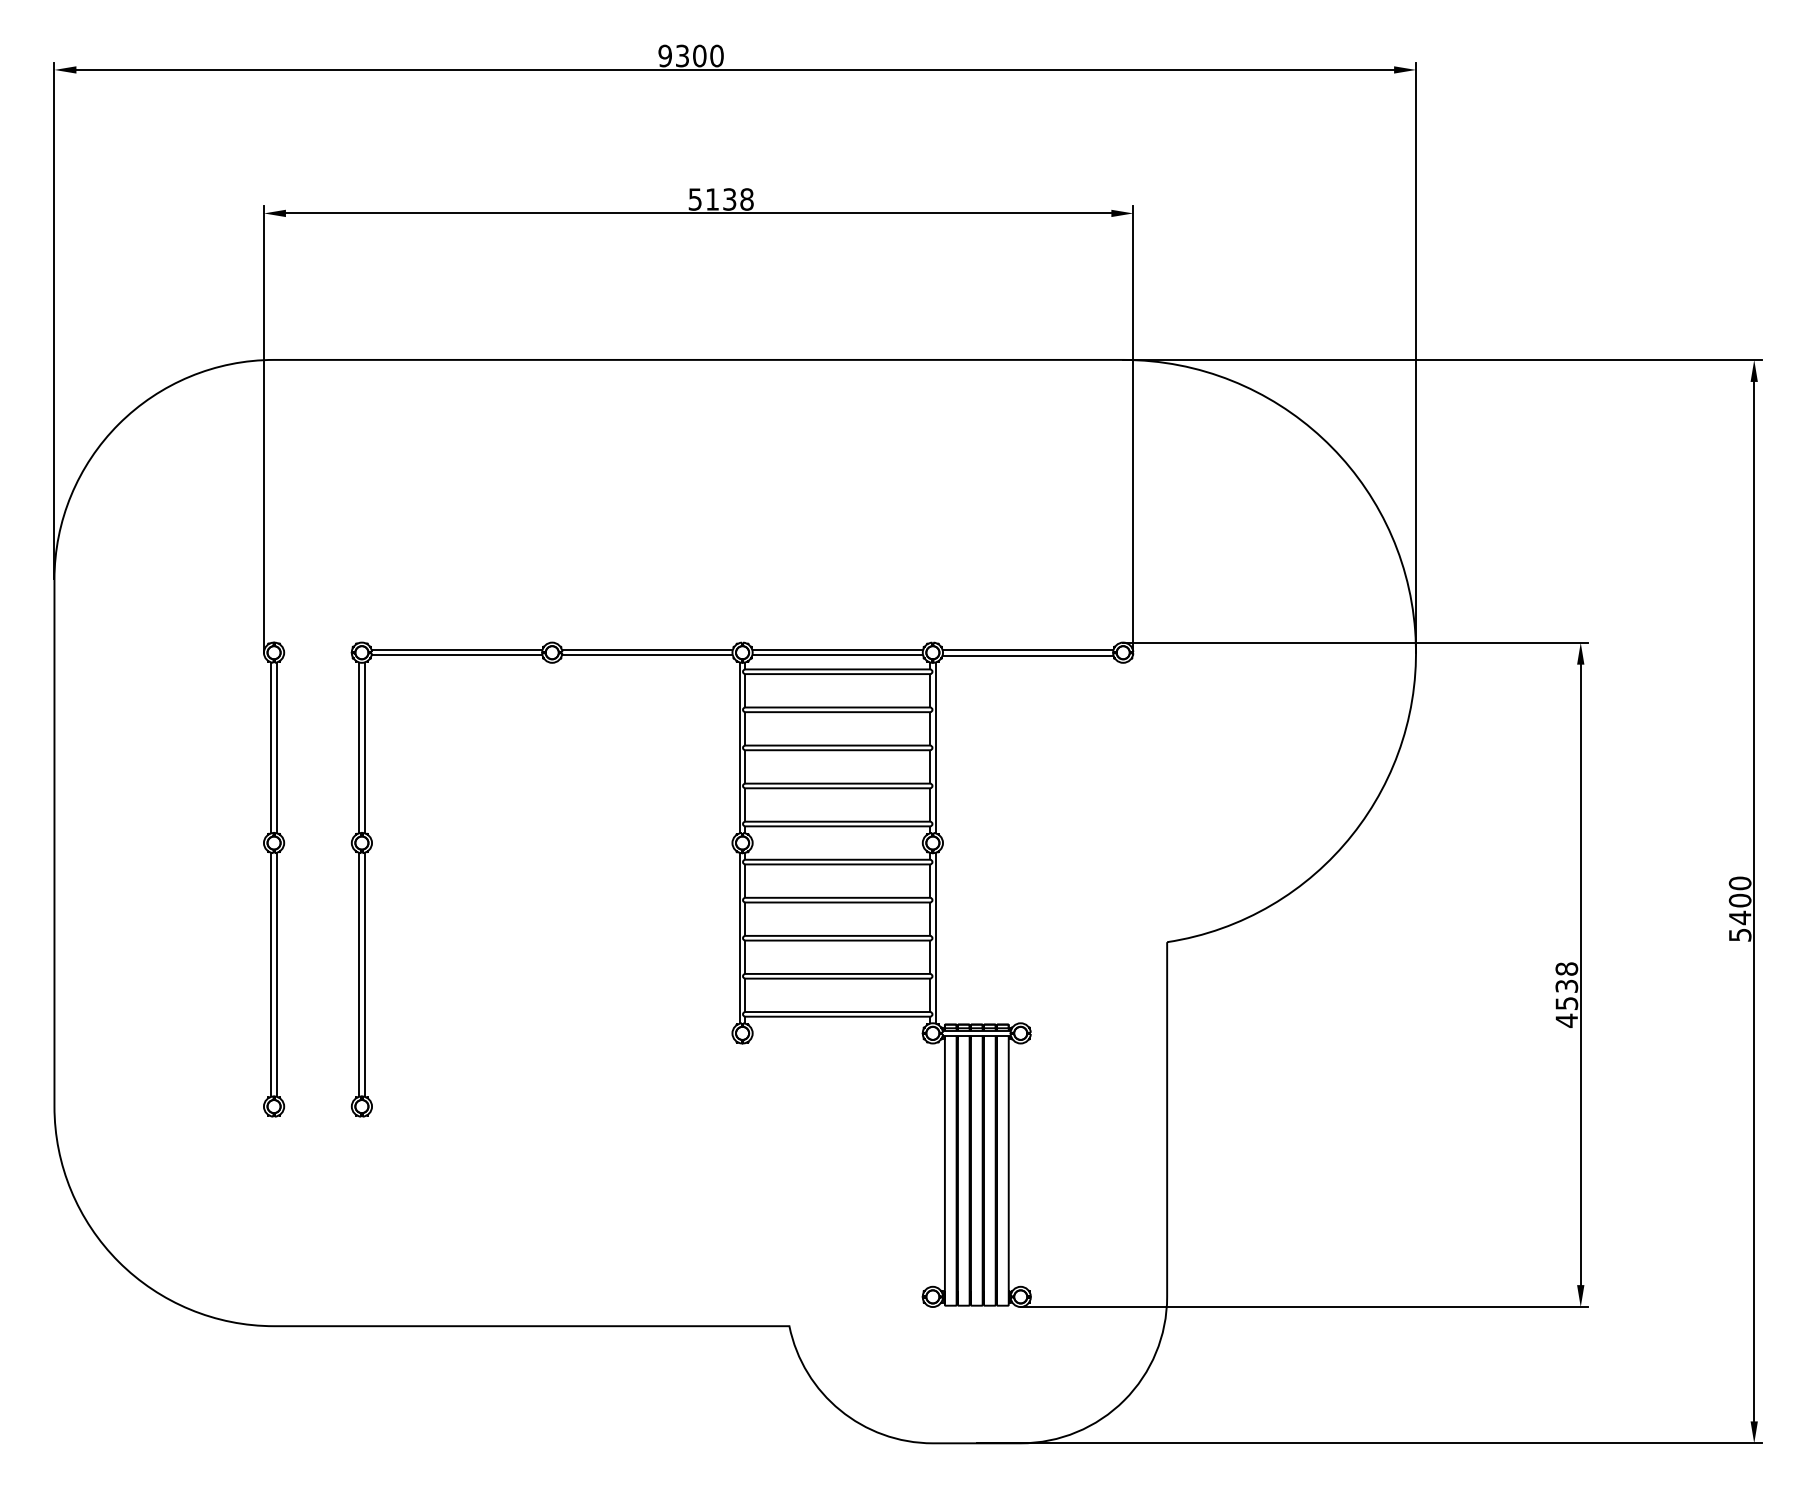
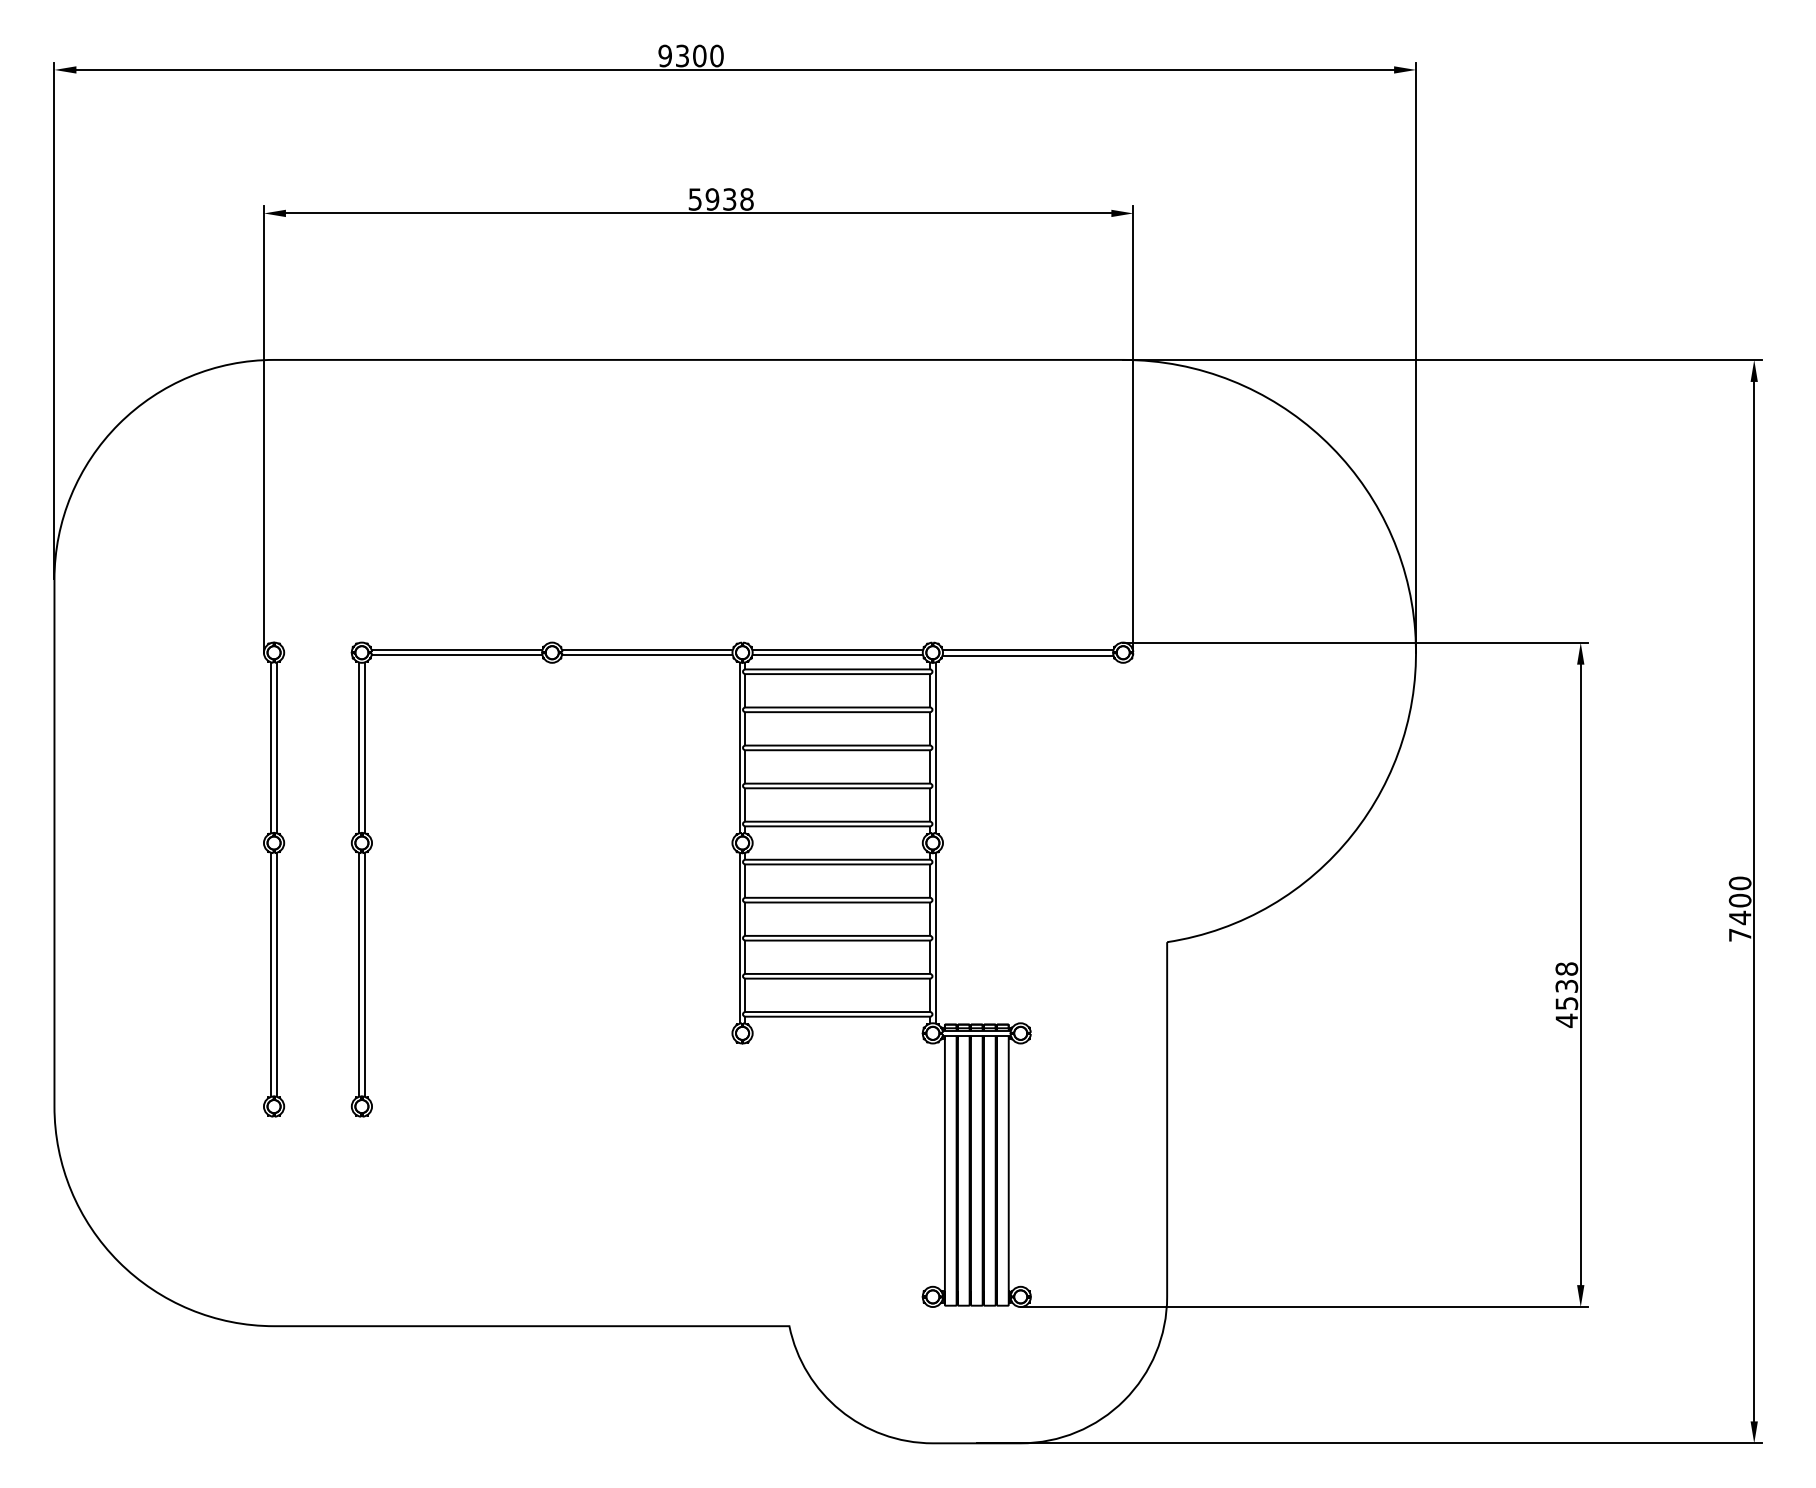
text at (712, 199): 5138 -> 5938
text at (1740, 934): 5400 -> 7400
